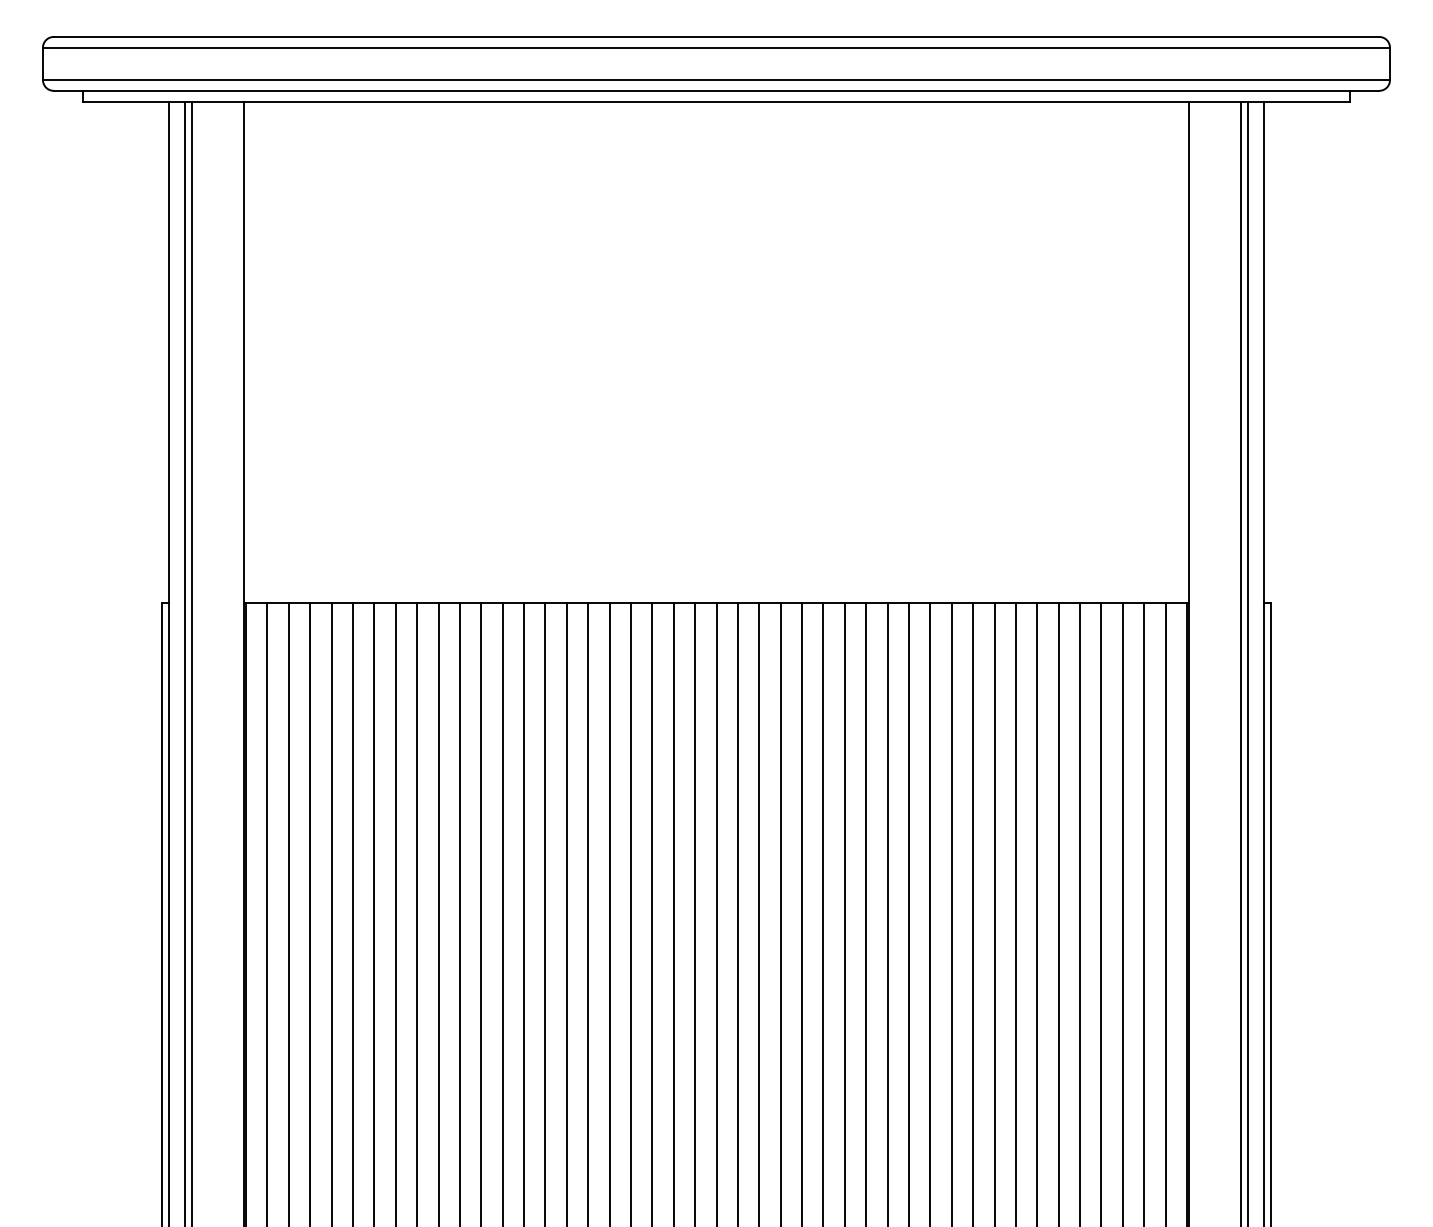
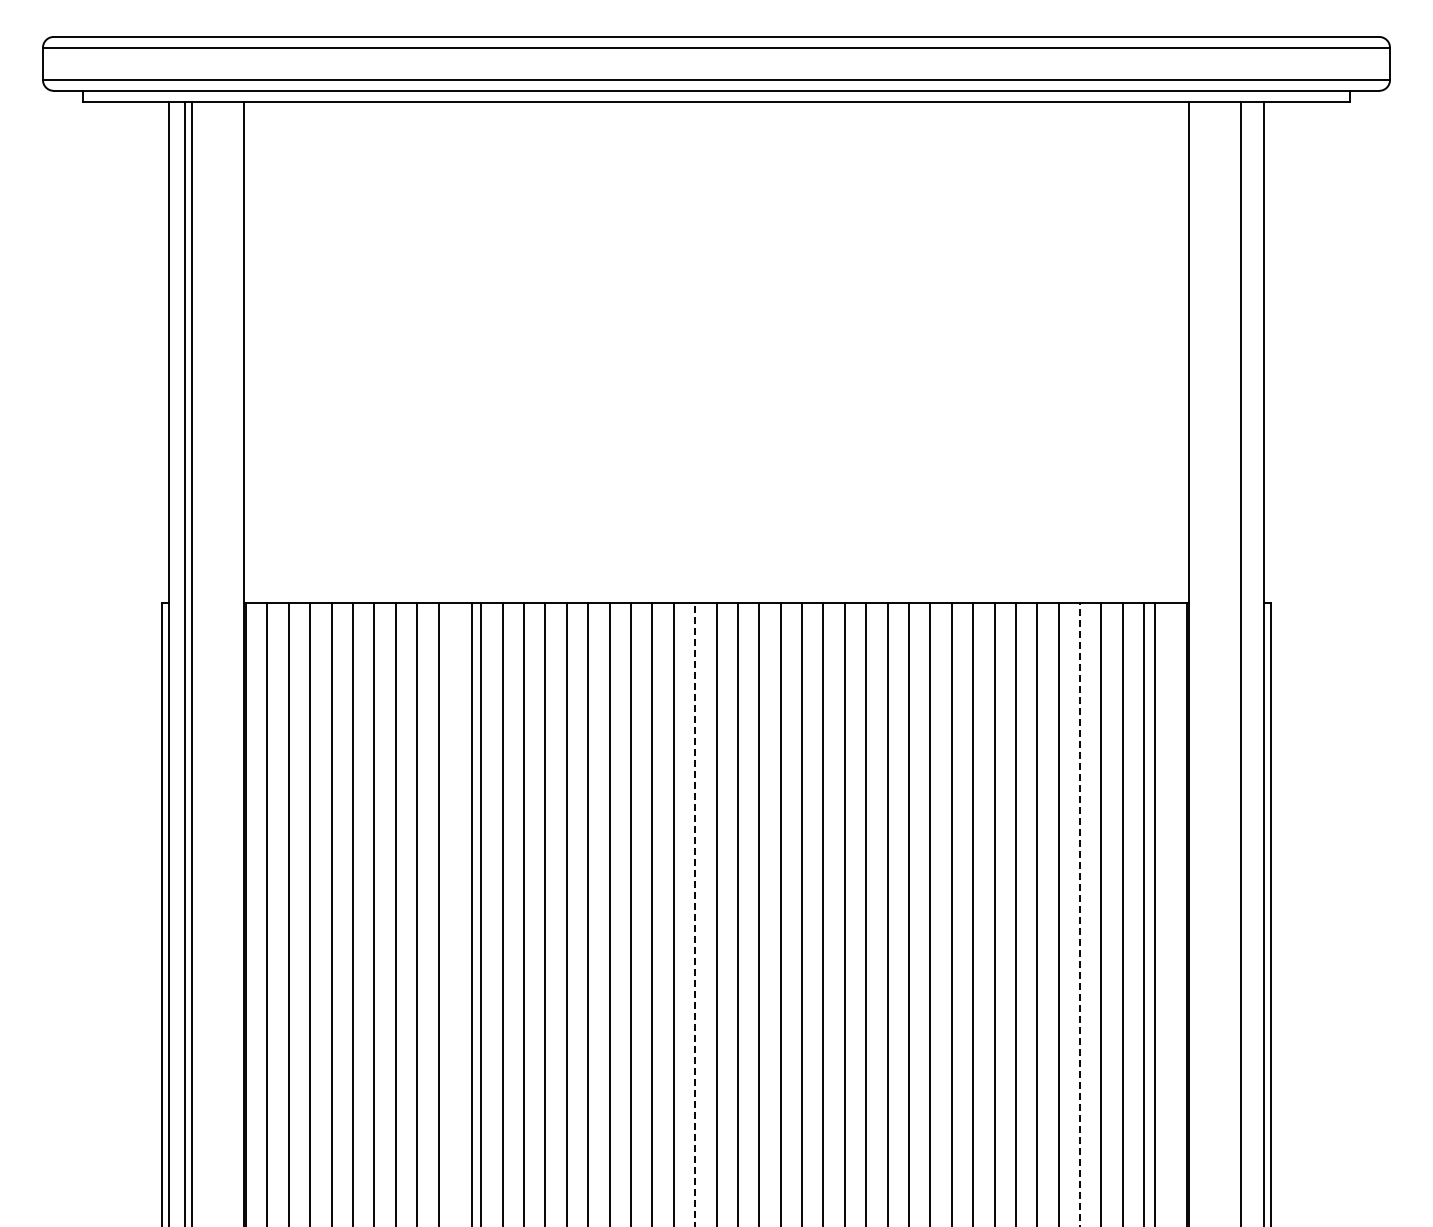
line at (1248, 662): present -> none
line at (459, 912) position: (459, 912) -> (471, 912)
line at (1165, 912) position: (1165, 912) -> (1154, 912)
line at (695, 914): solid -> dashed
line at (1080, 914): solid -> dashed
